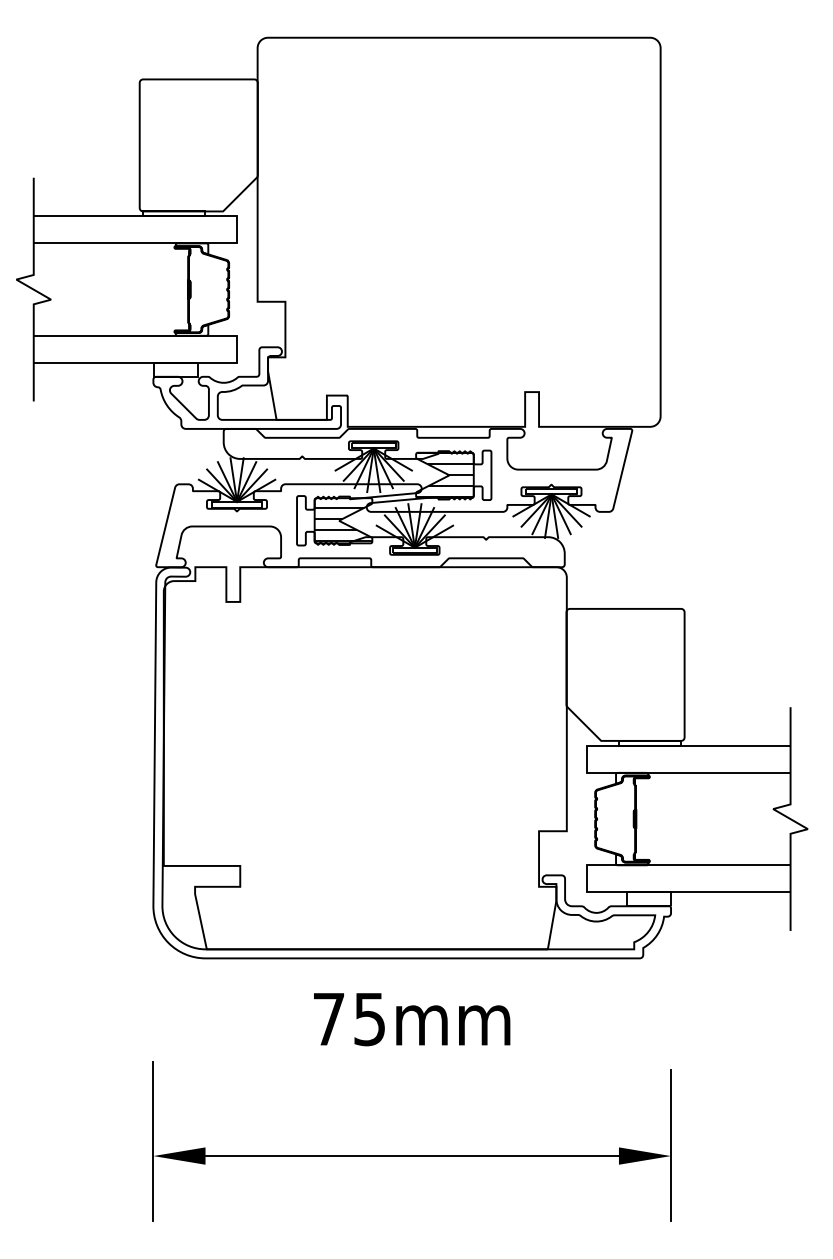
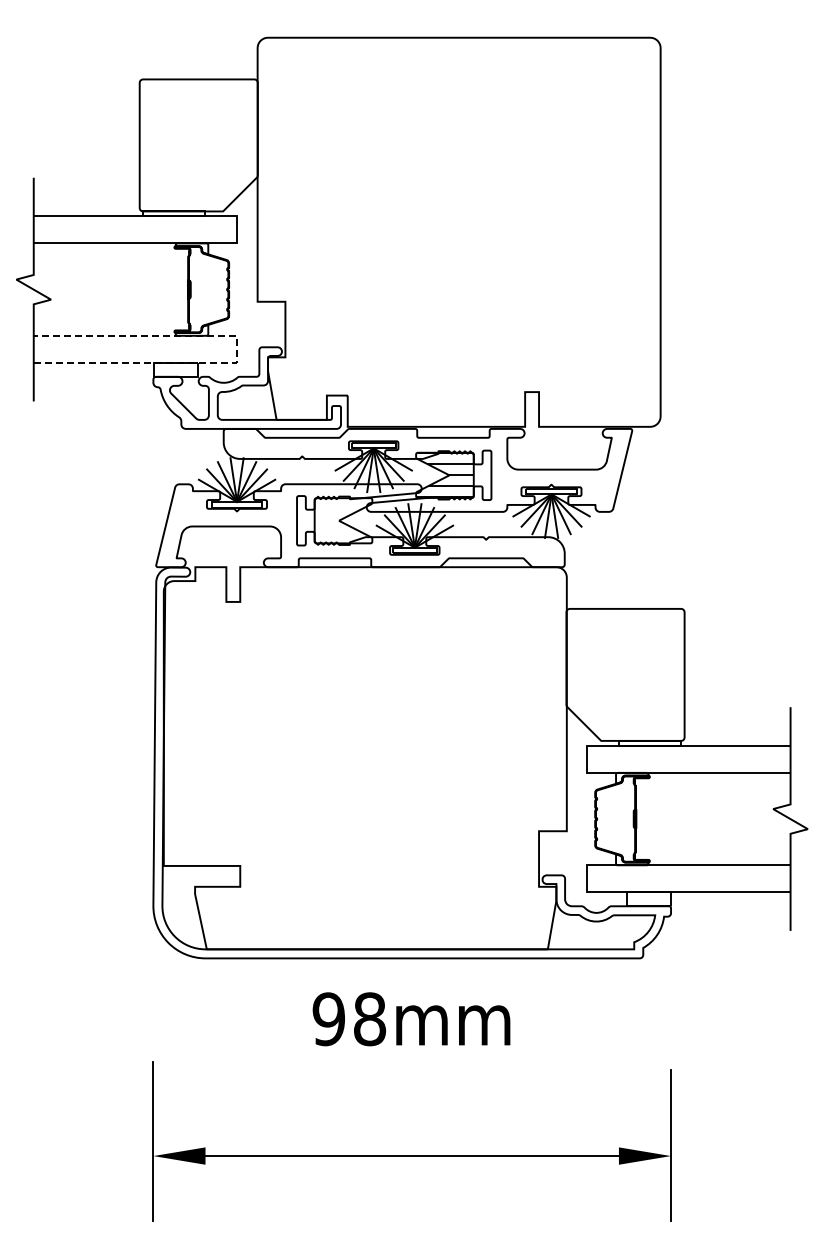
line at (236, 349): solid -> dashed
hatch at (343, 524): present -> none
text at (349, 1019): 75mm -> 98mm
